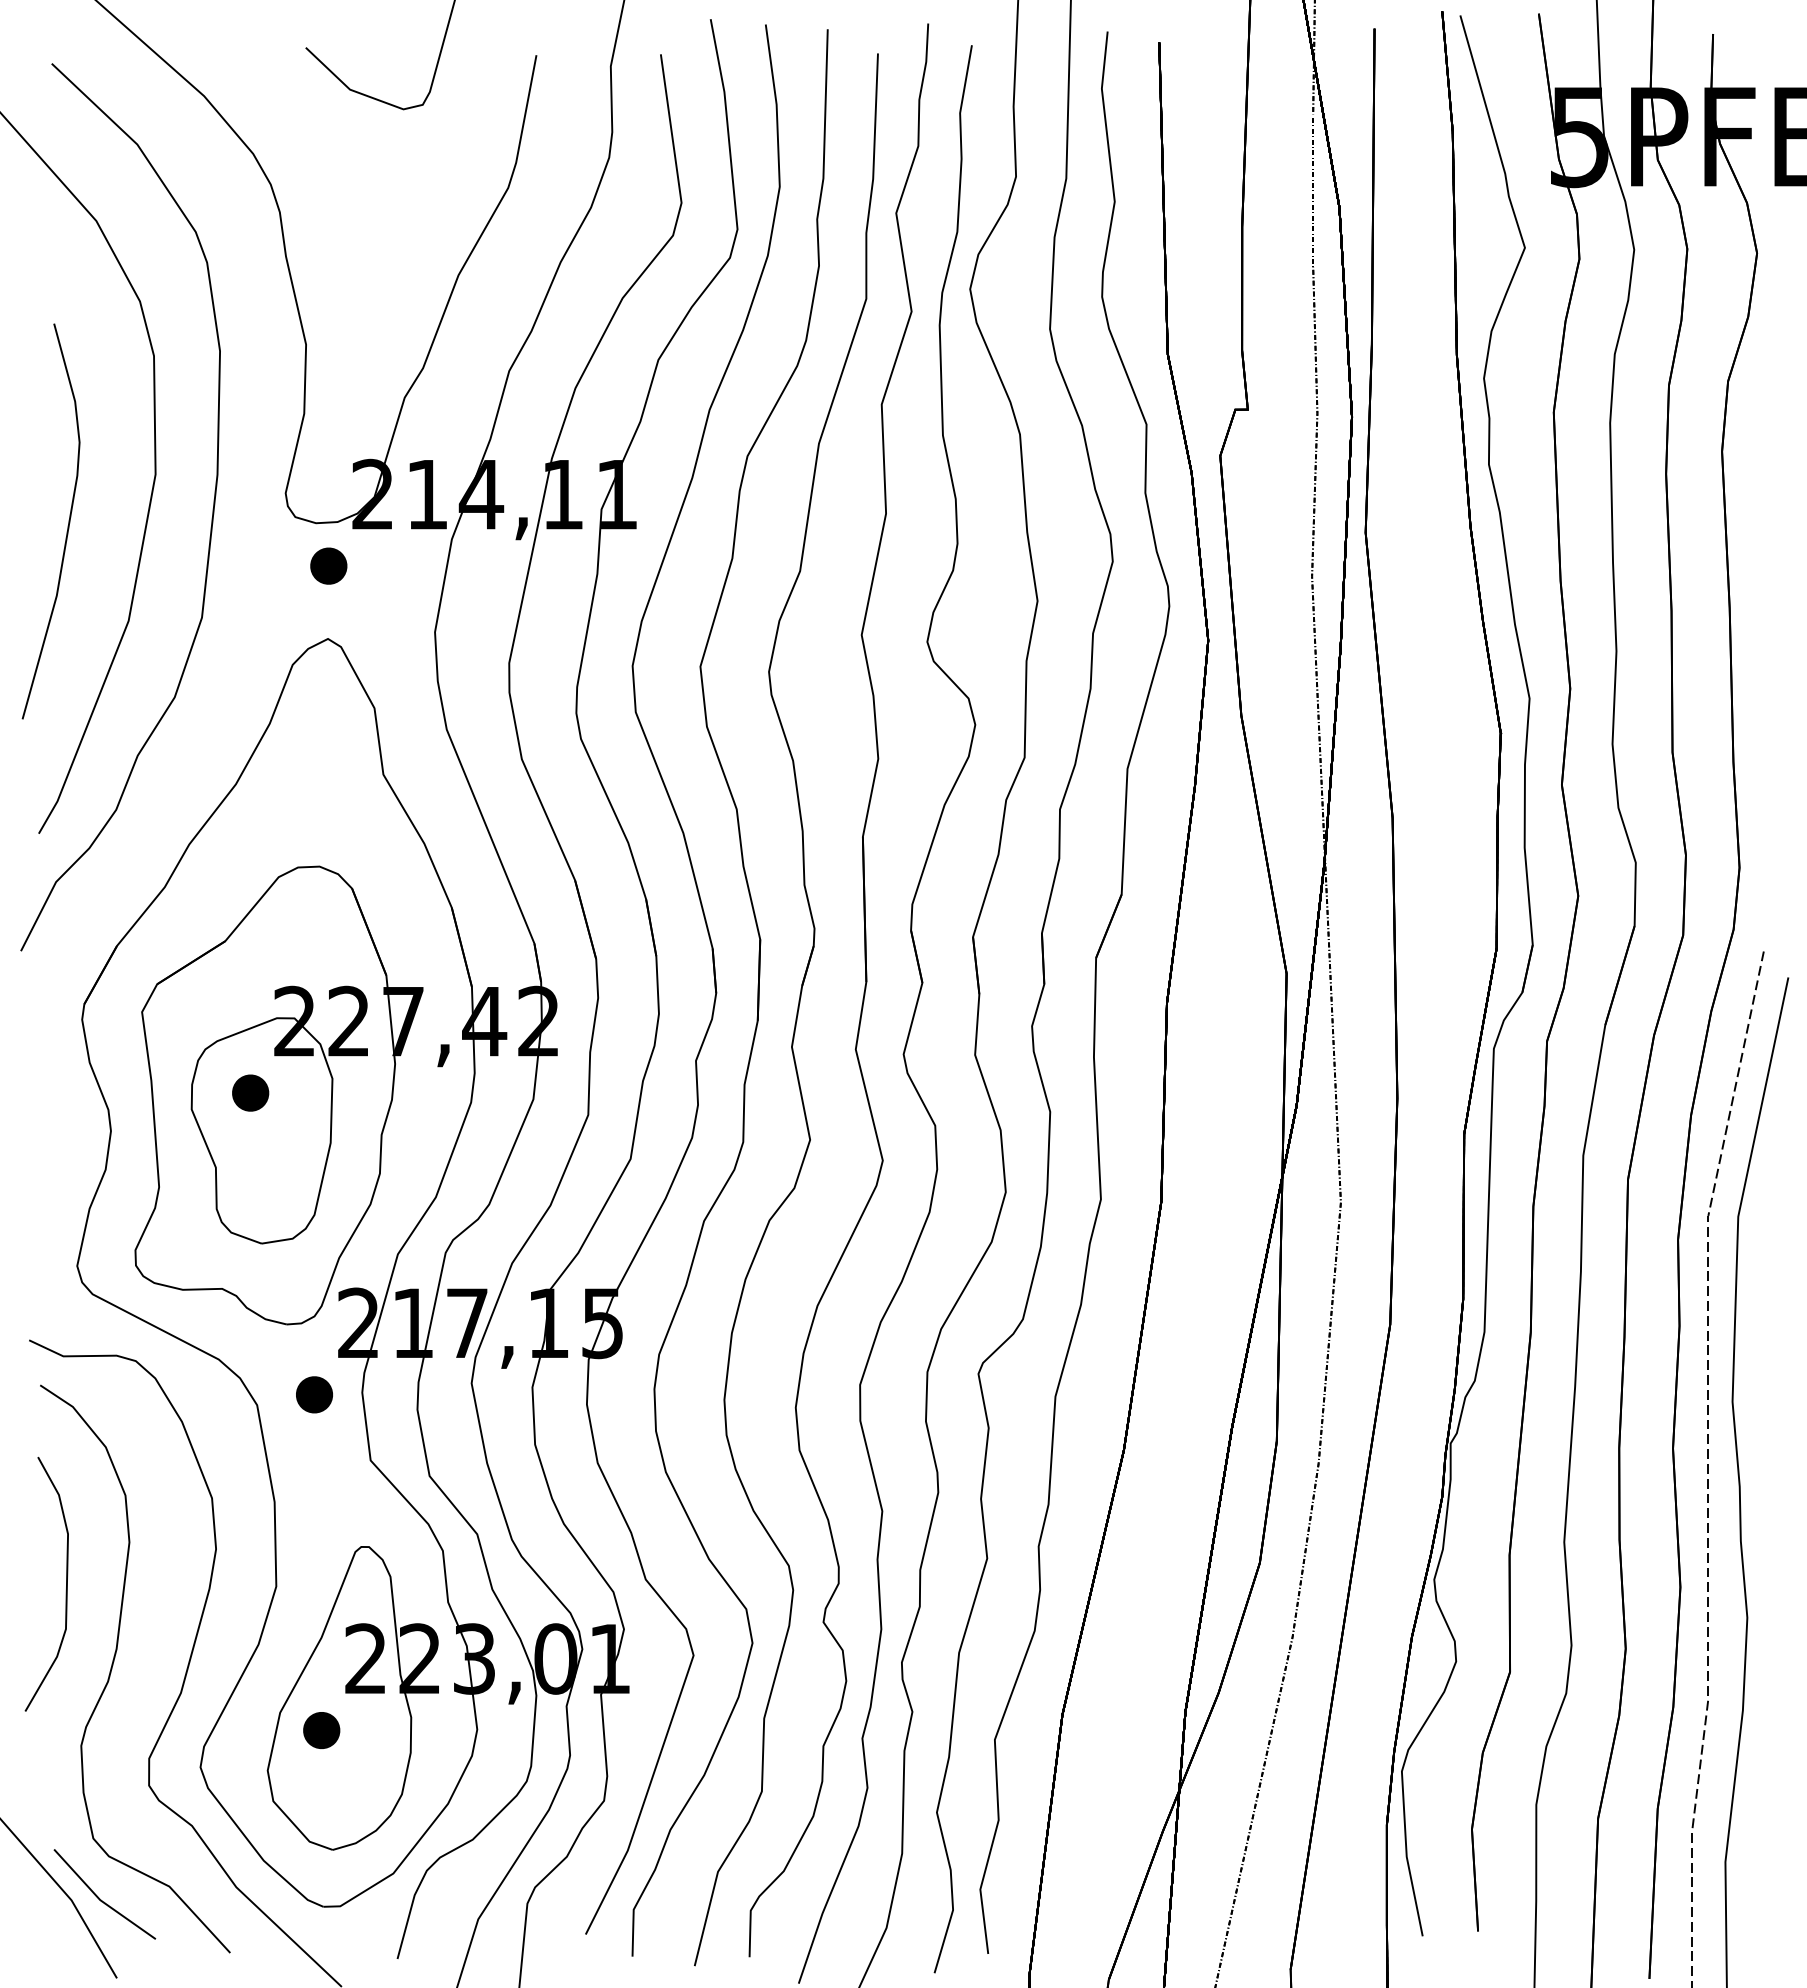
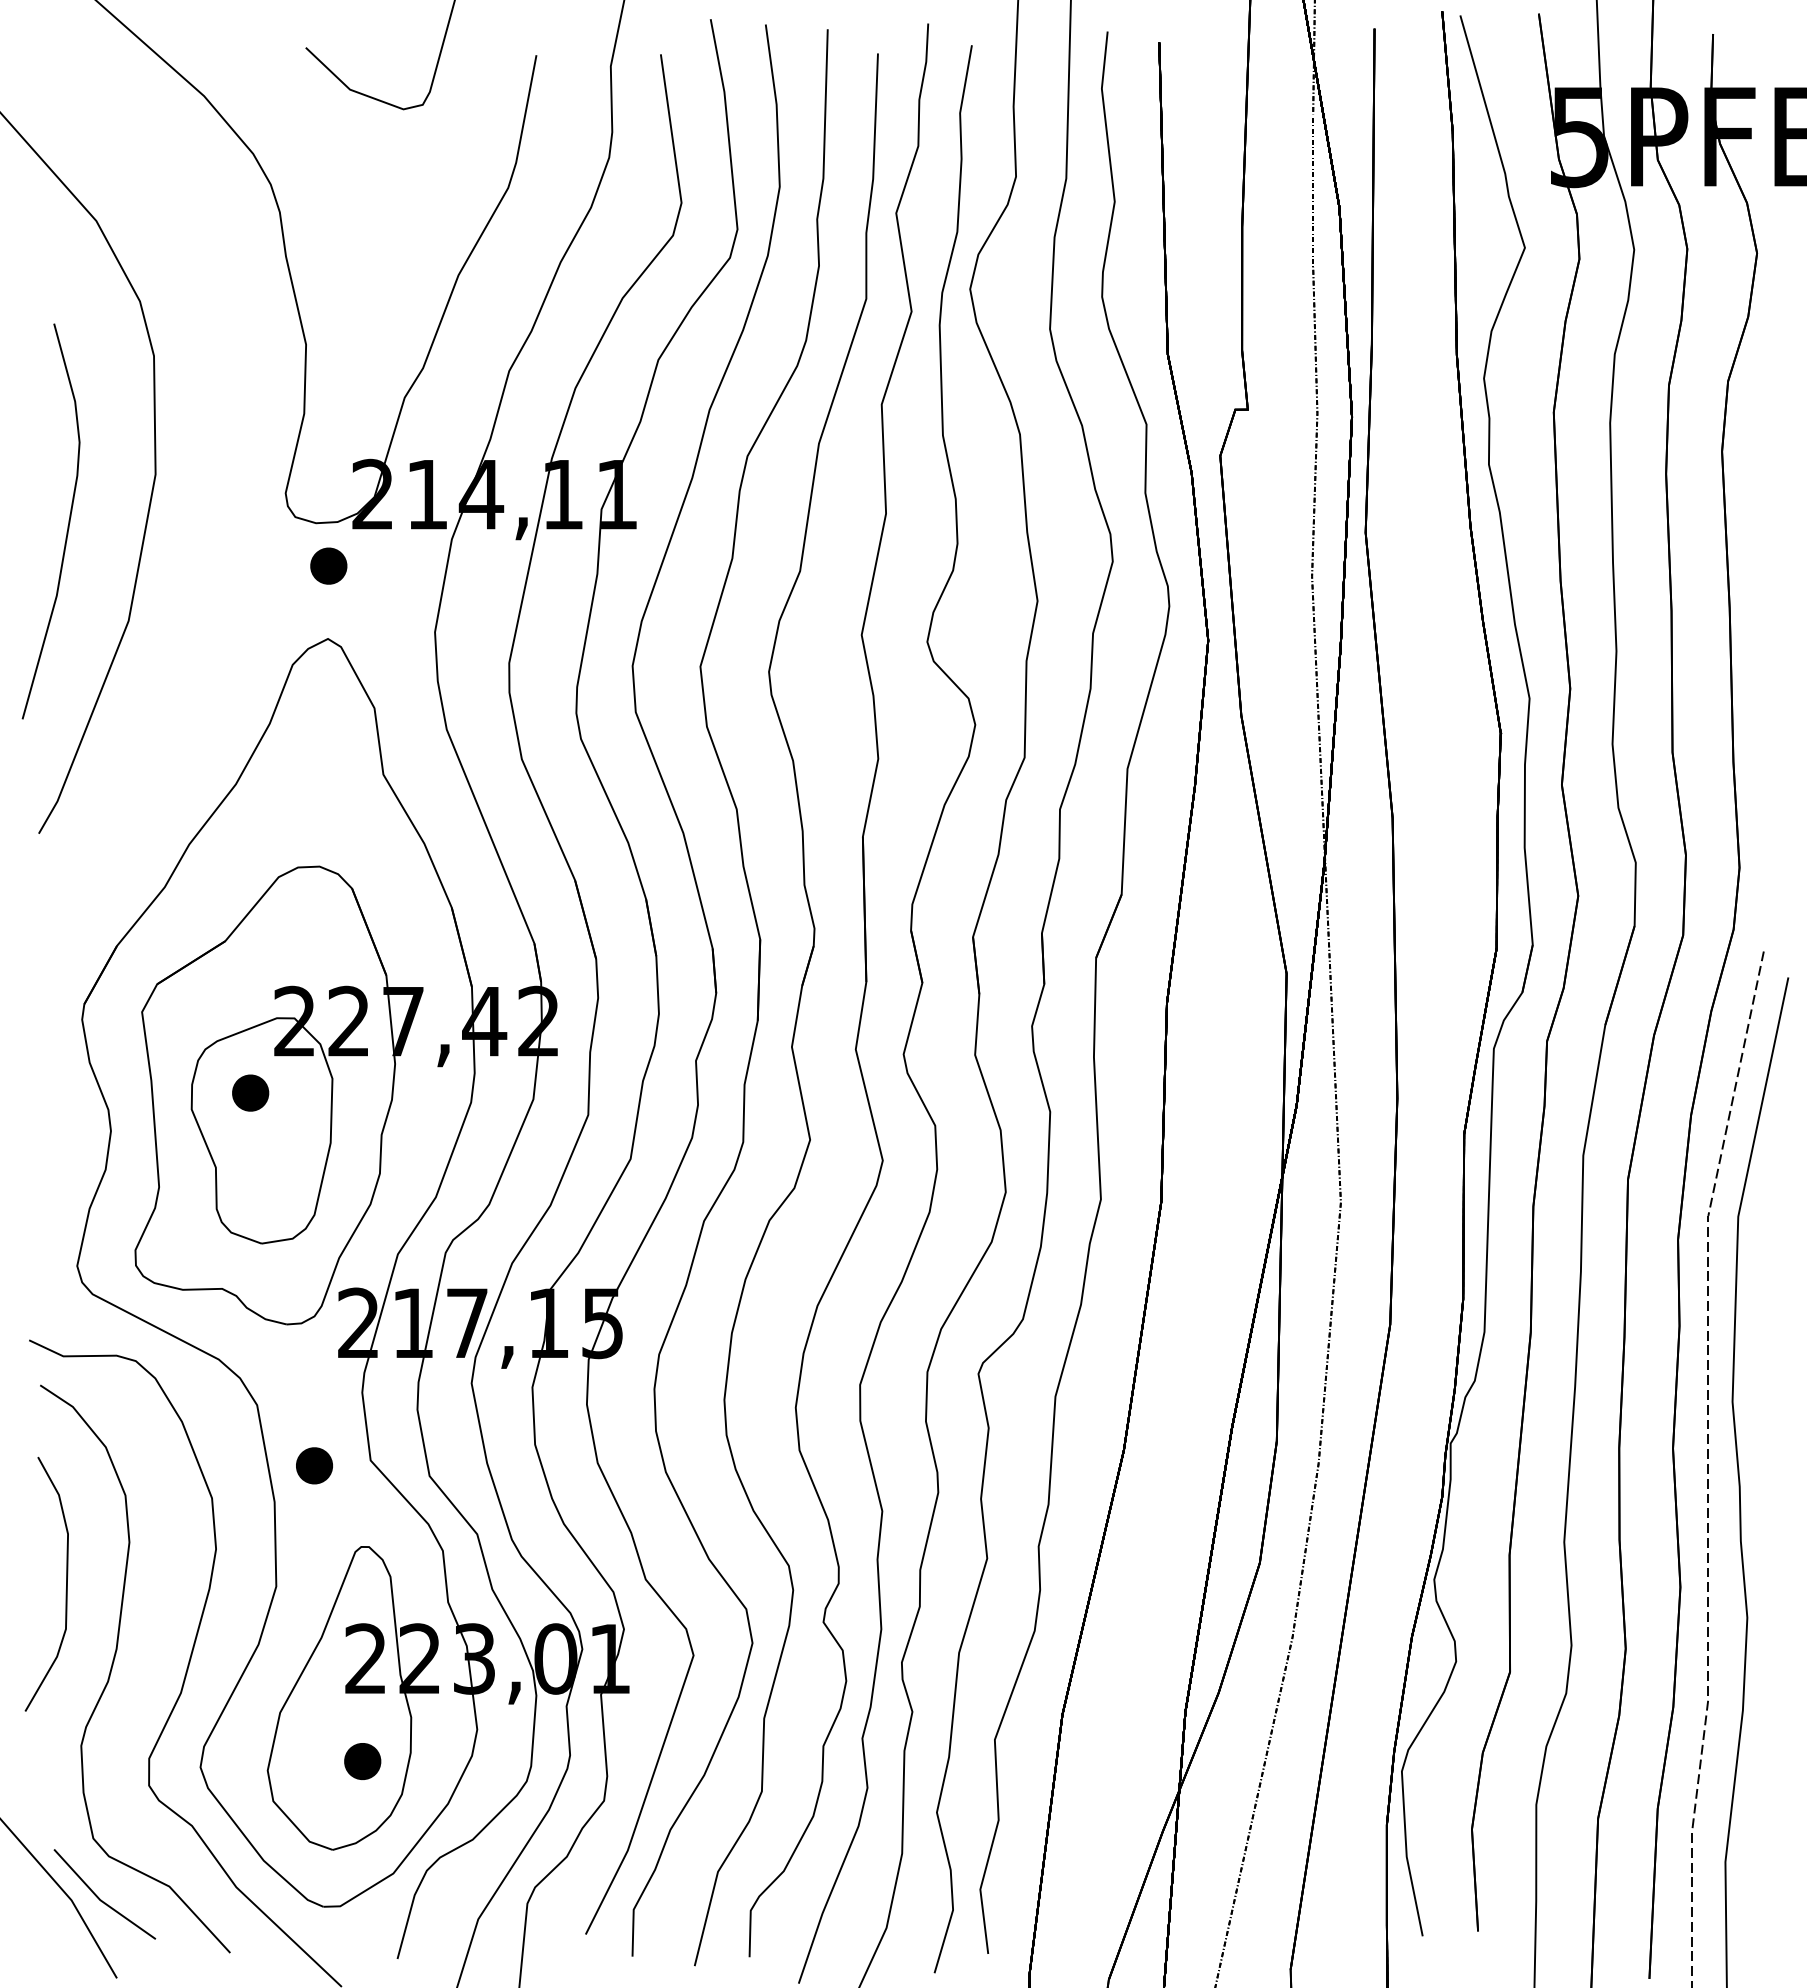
curve at (211, 518): present -> none
part at (314, 1394) position: (314, 1394) -> (314, 1465)
part at (321, 1730) position: (321, 1730) -> (362, 1761)
